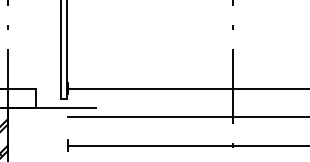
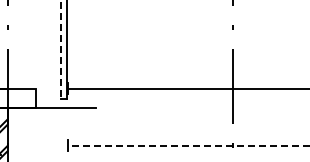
line at (60, 49): solid -> dashed
line at (187, 117): present -> none
line at (188, 145): solid -> dashed
